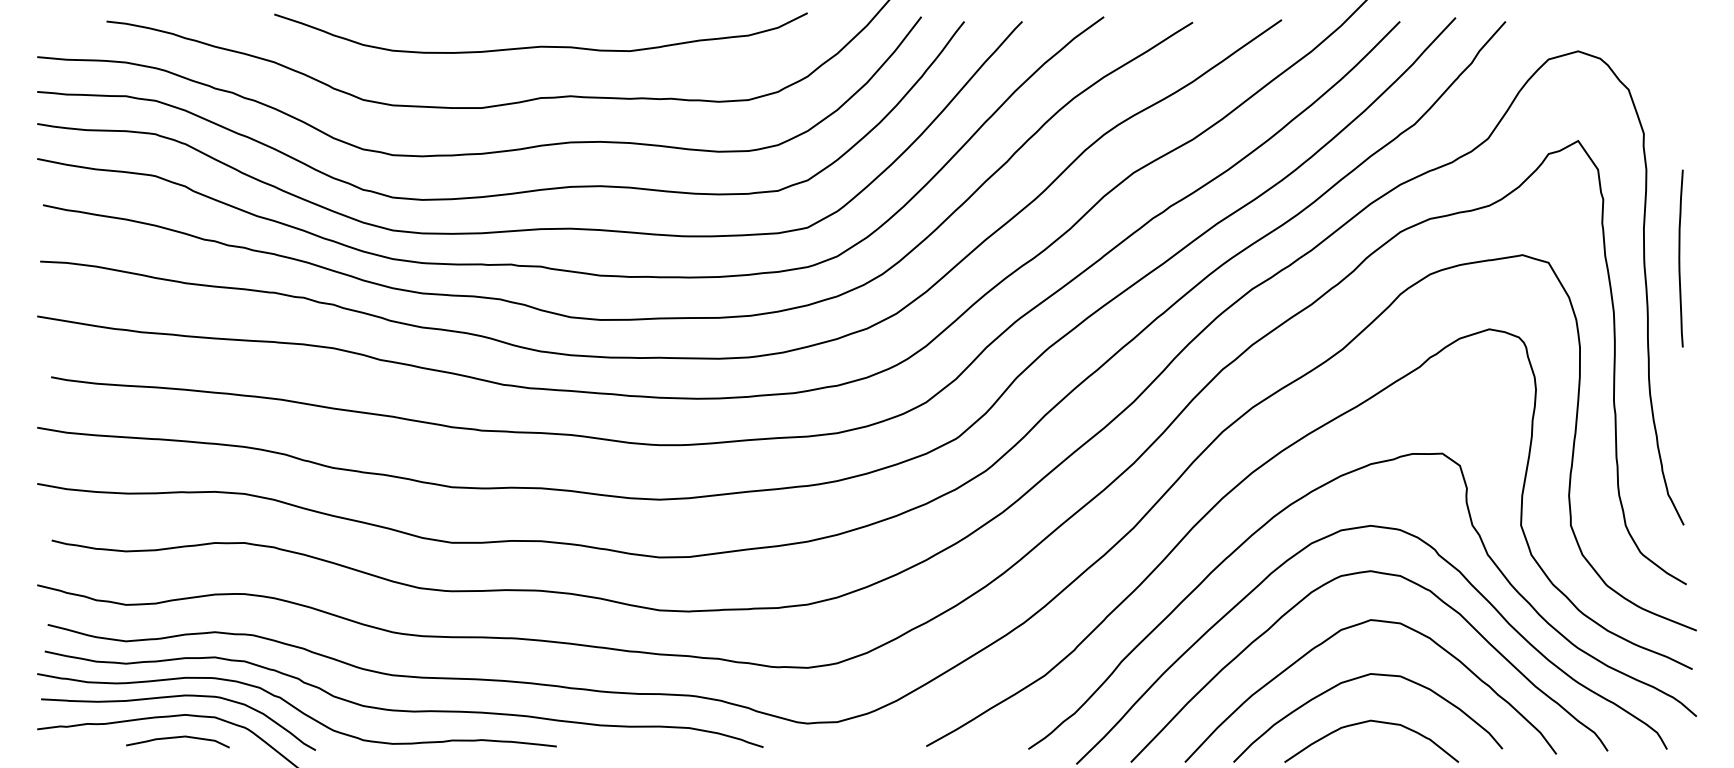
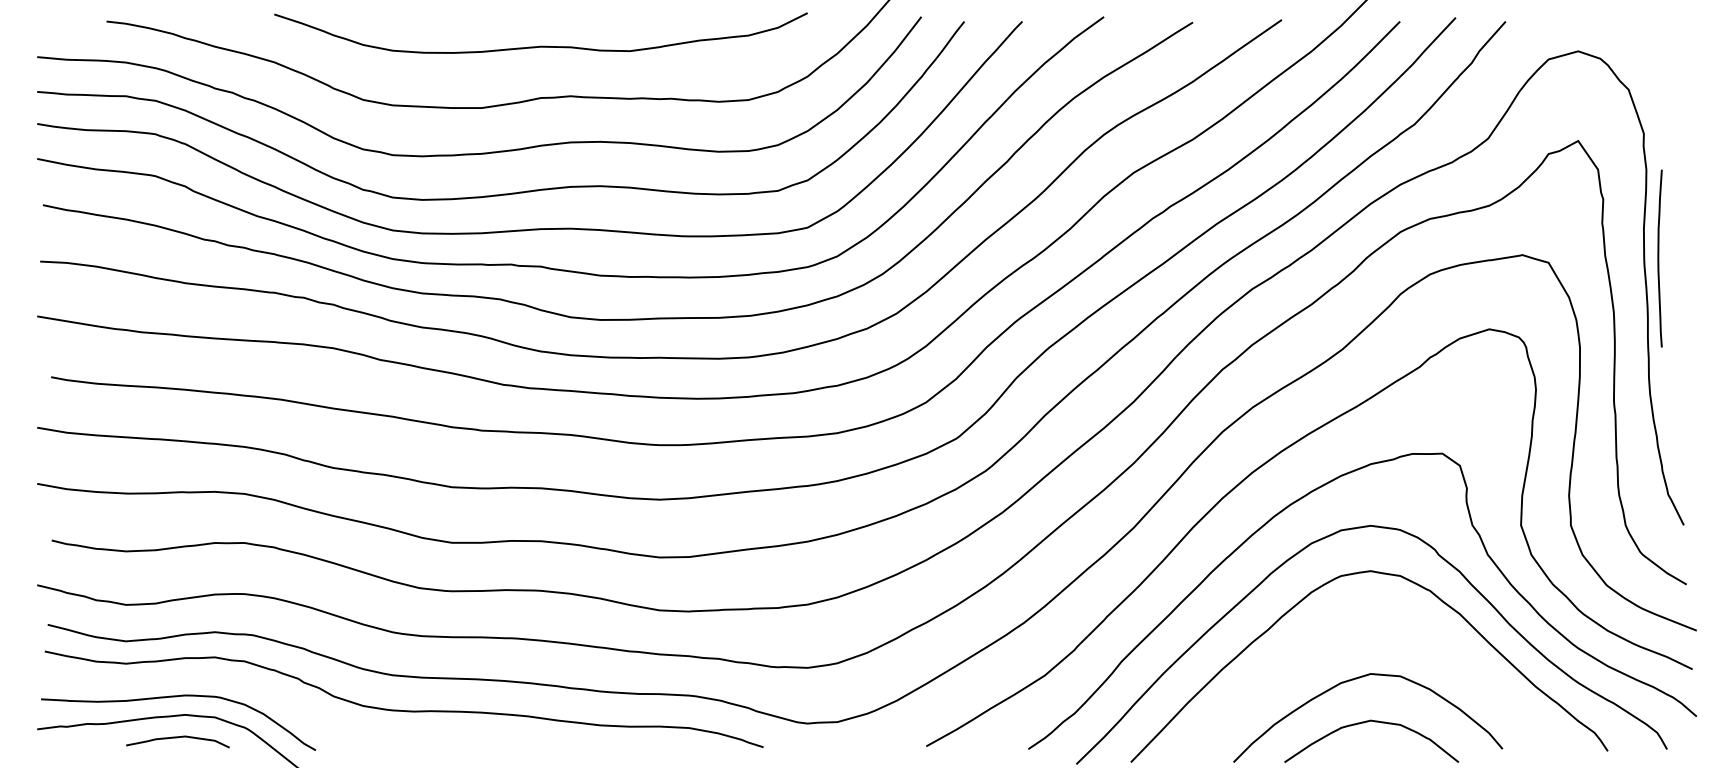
curve at (1680, 258) position: (1680, 258) -> (1659, 258)
curve at (1335, 635): present -> none
curve at (296, 709): present -> none
